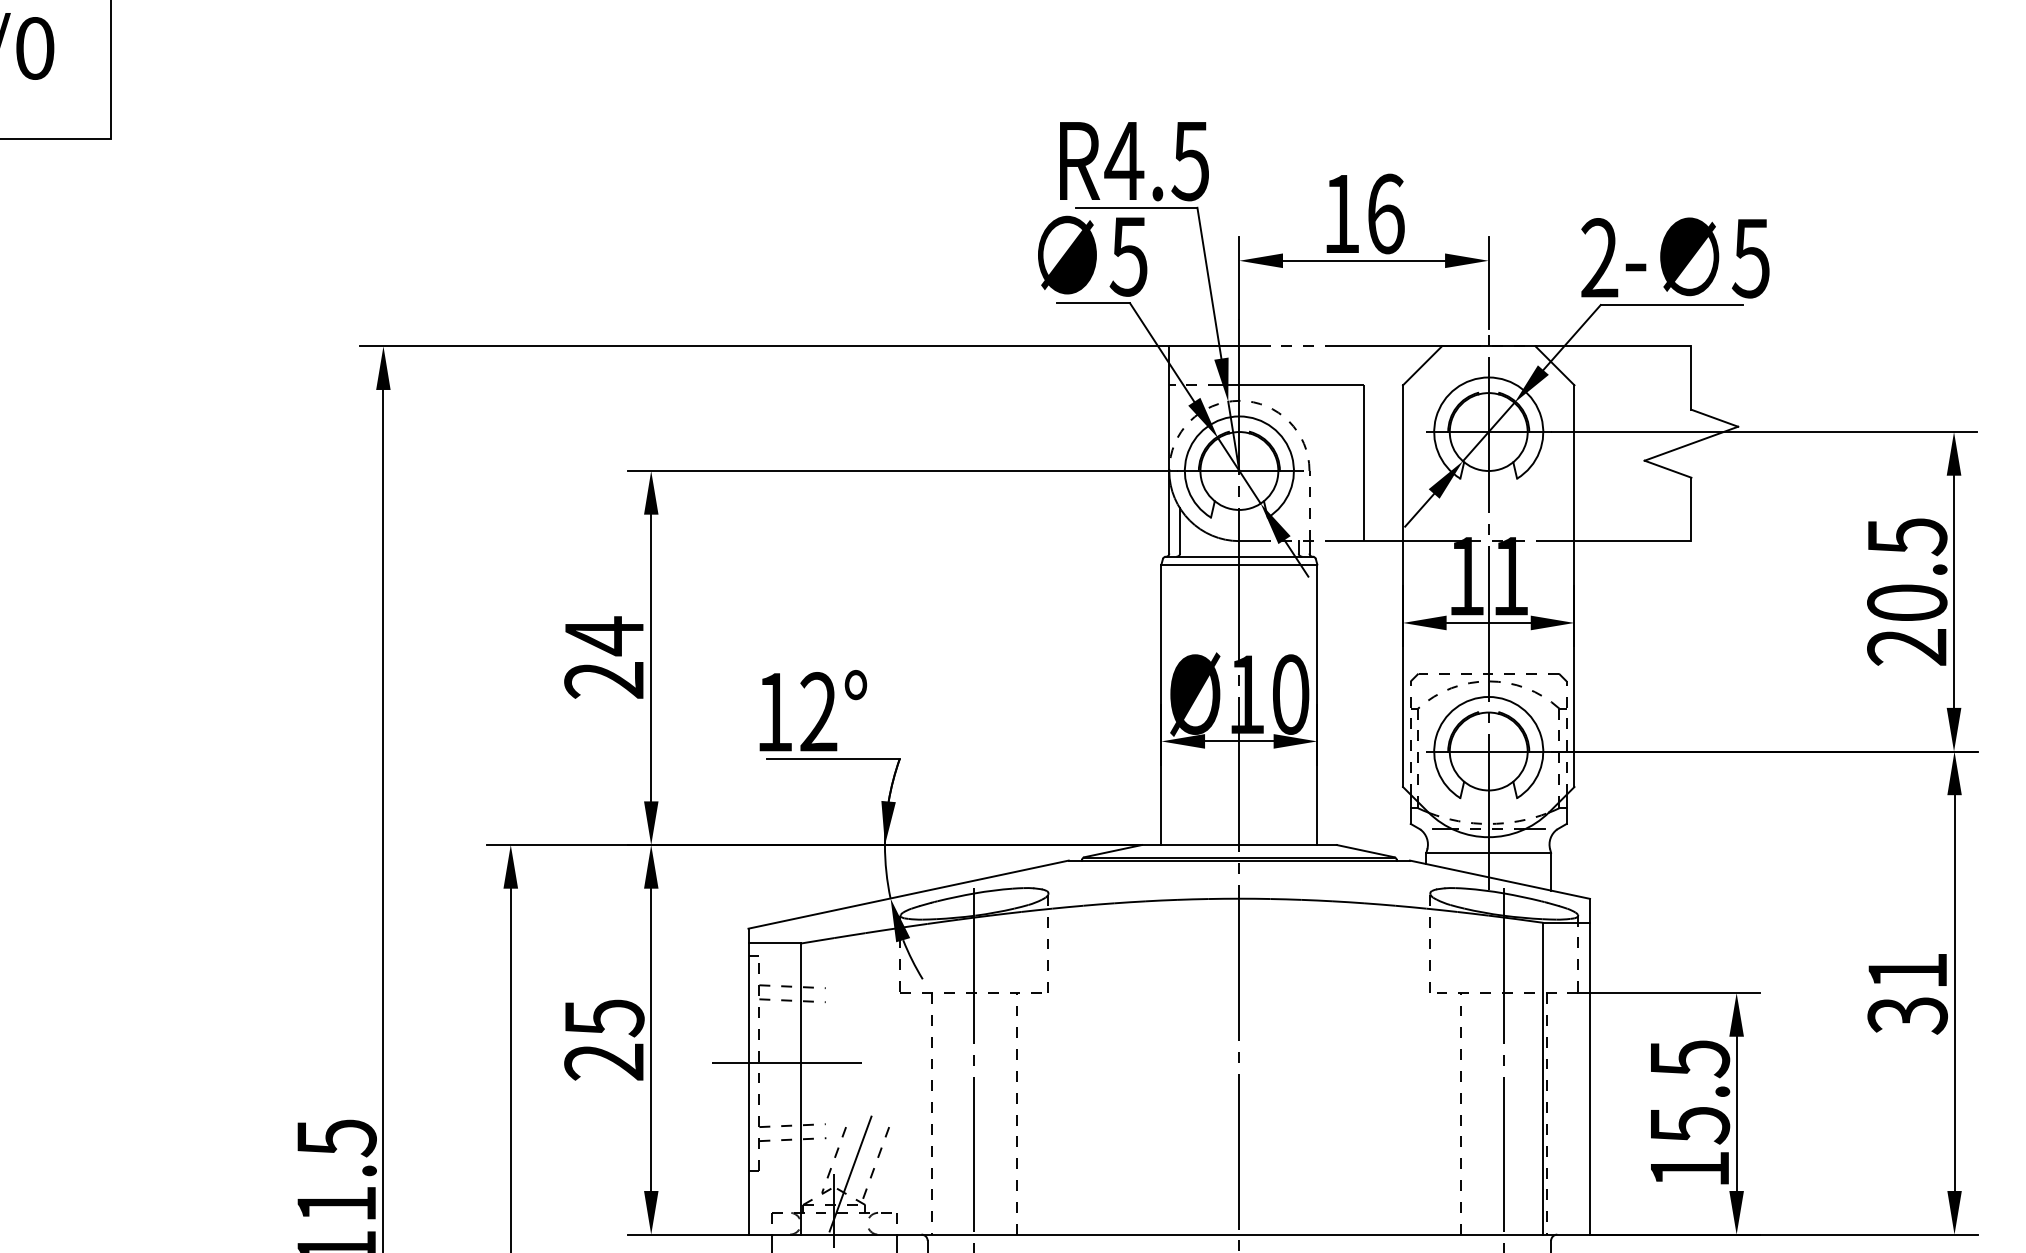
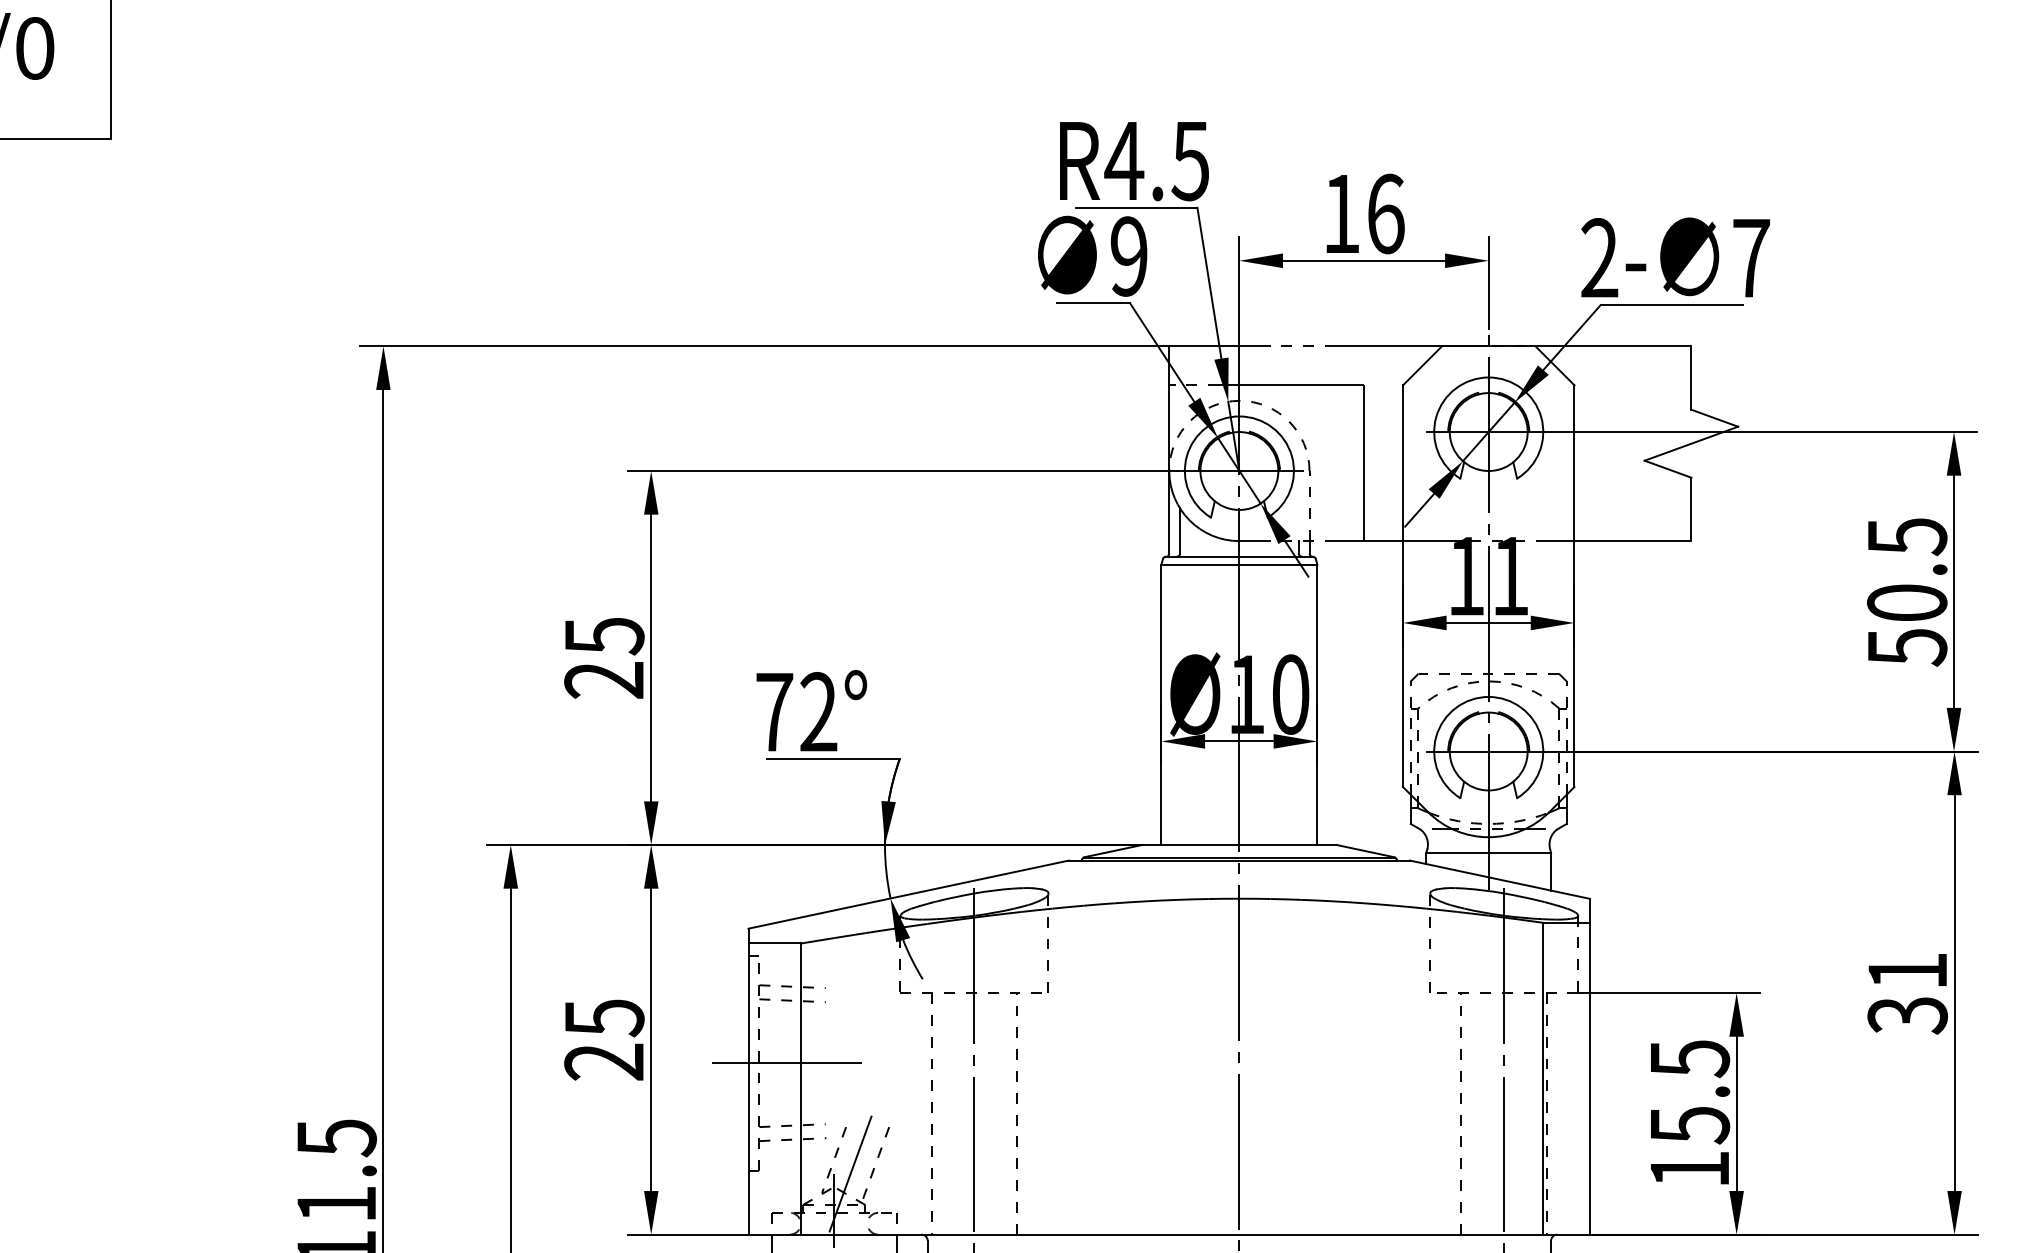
text at (1128, 256): 5 -> 9
text at (1750, 258): 5 -> 7
text at (604, 636): 24 -> 25
text at (1907, 647): 20.5 -> 50.5
text at (774, 712): 12° -> 72°
